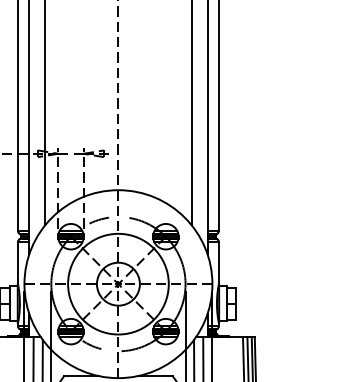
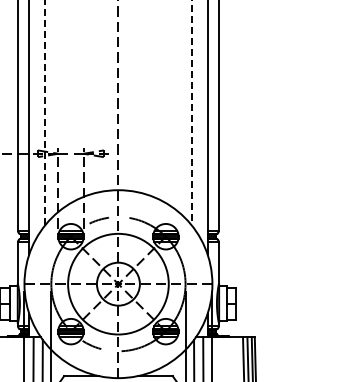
line at (45, 112): solid -> dashed
line at (191, 113): solid -> dashed
